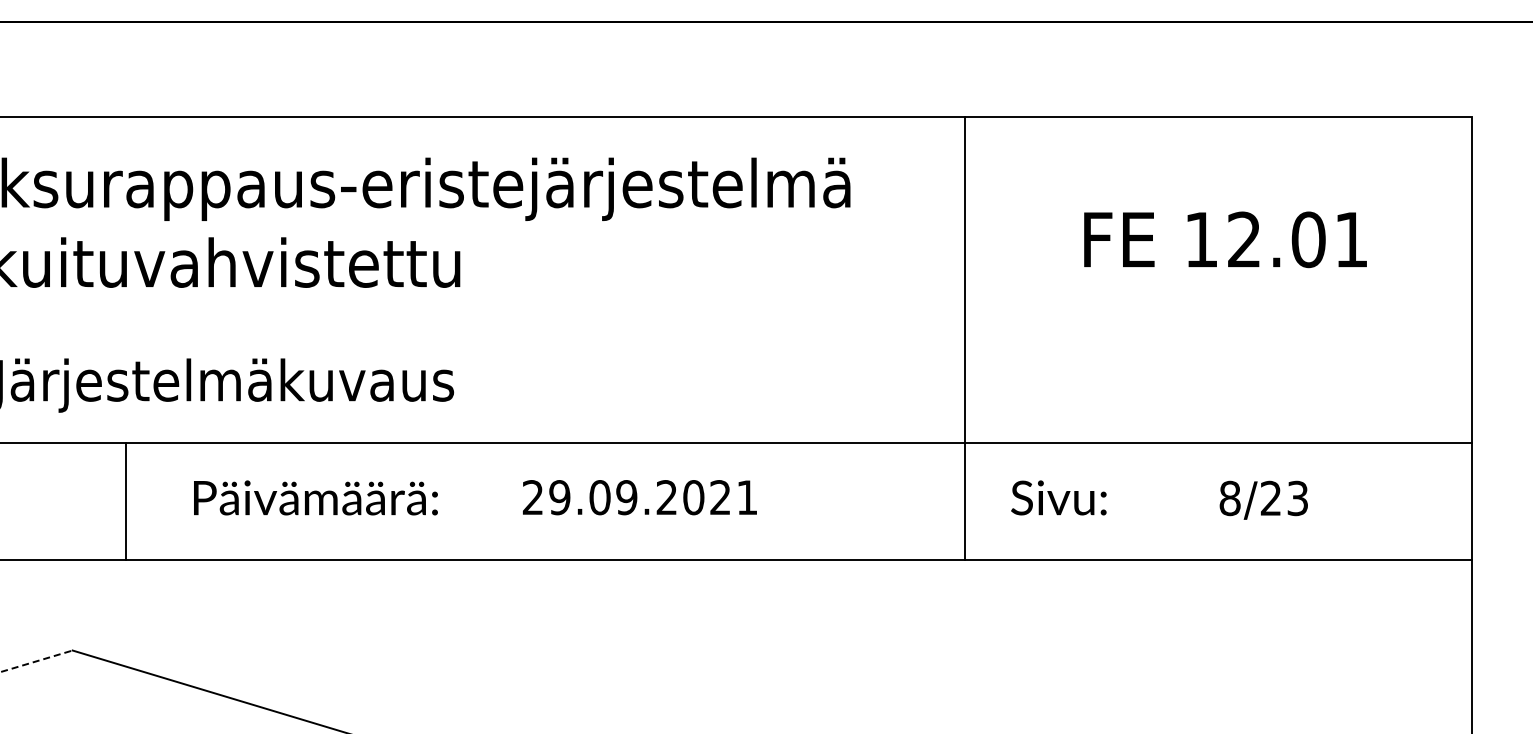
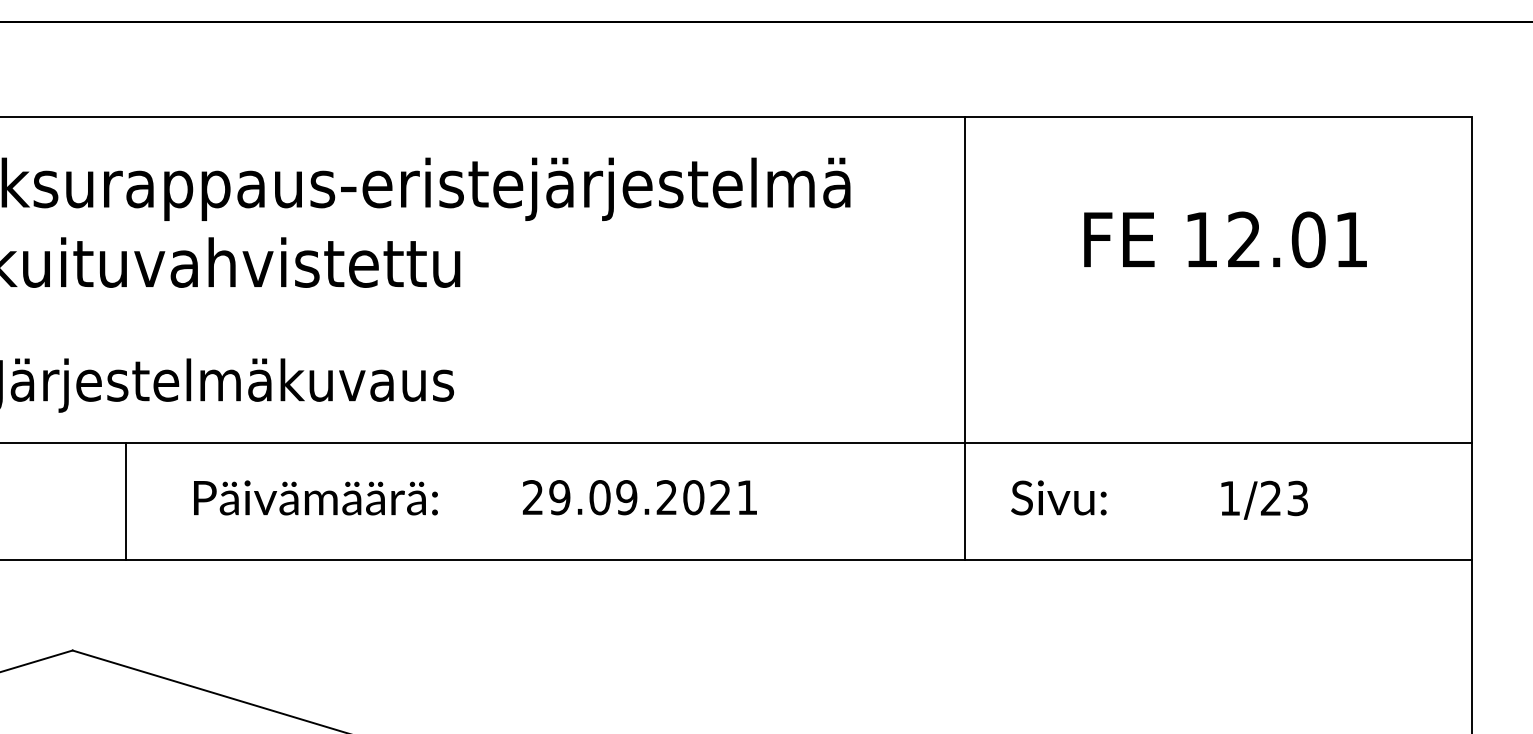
text at (1229, 498): 8/23 -> 1/23
line at (37, 661): dashed -> solid
